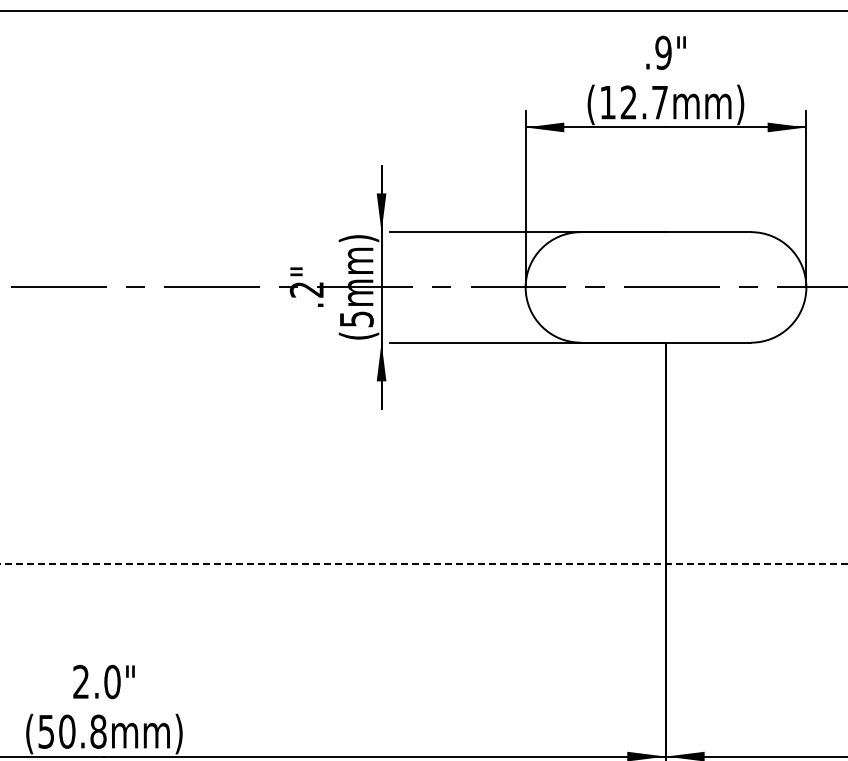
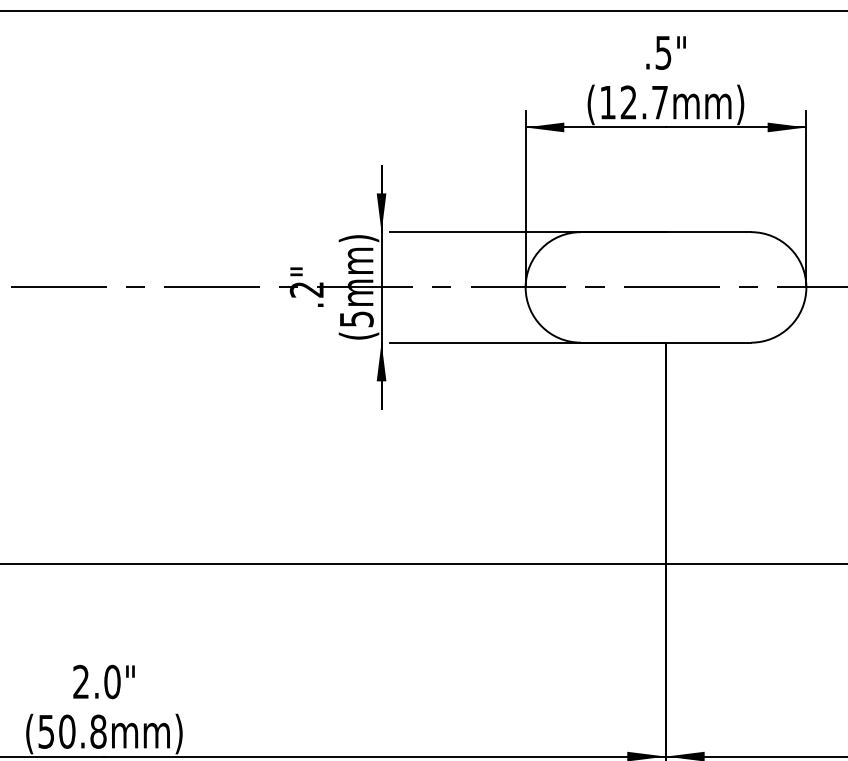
text at (663, 52): .9" -> .5"
line at (424, 563): dashed -> solid
